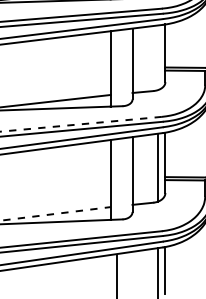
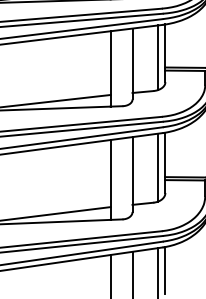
line at (158, 57): none -> present
line at (81, 124): dashed -> solid
line at (56, 213): dashed -> solid
line at (132, 273): none -> present
line at (116, 275) position: (116, 275) -> (110, 275)
